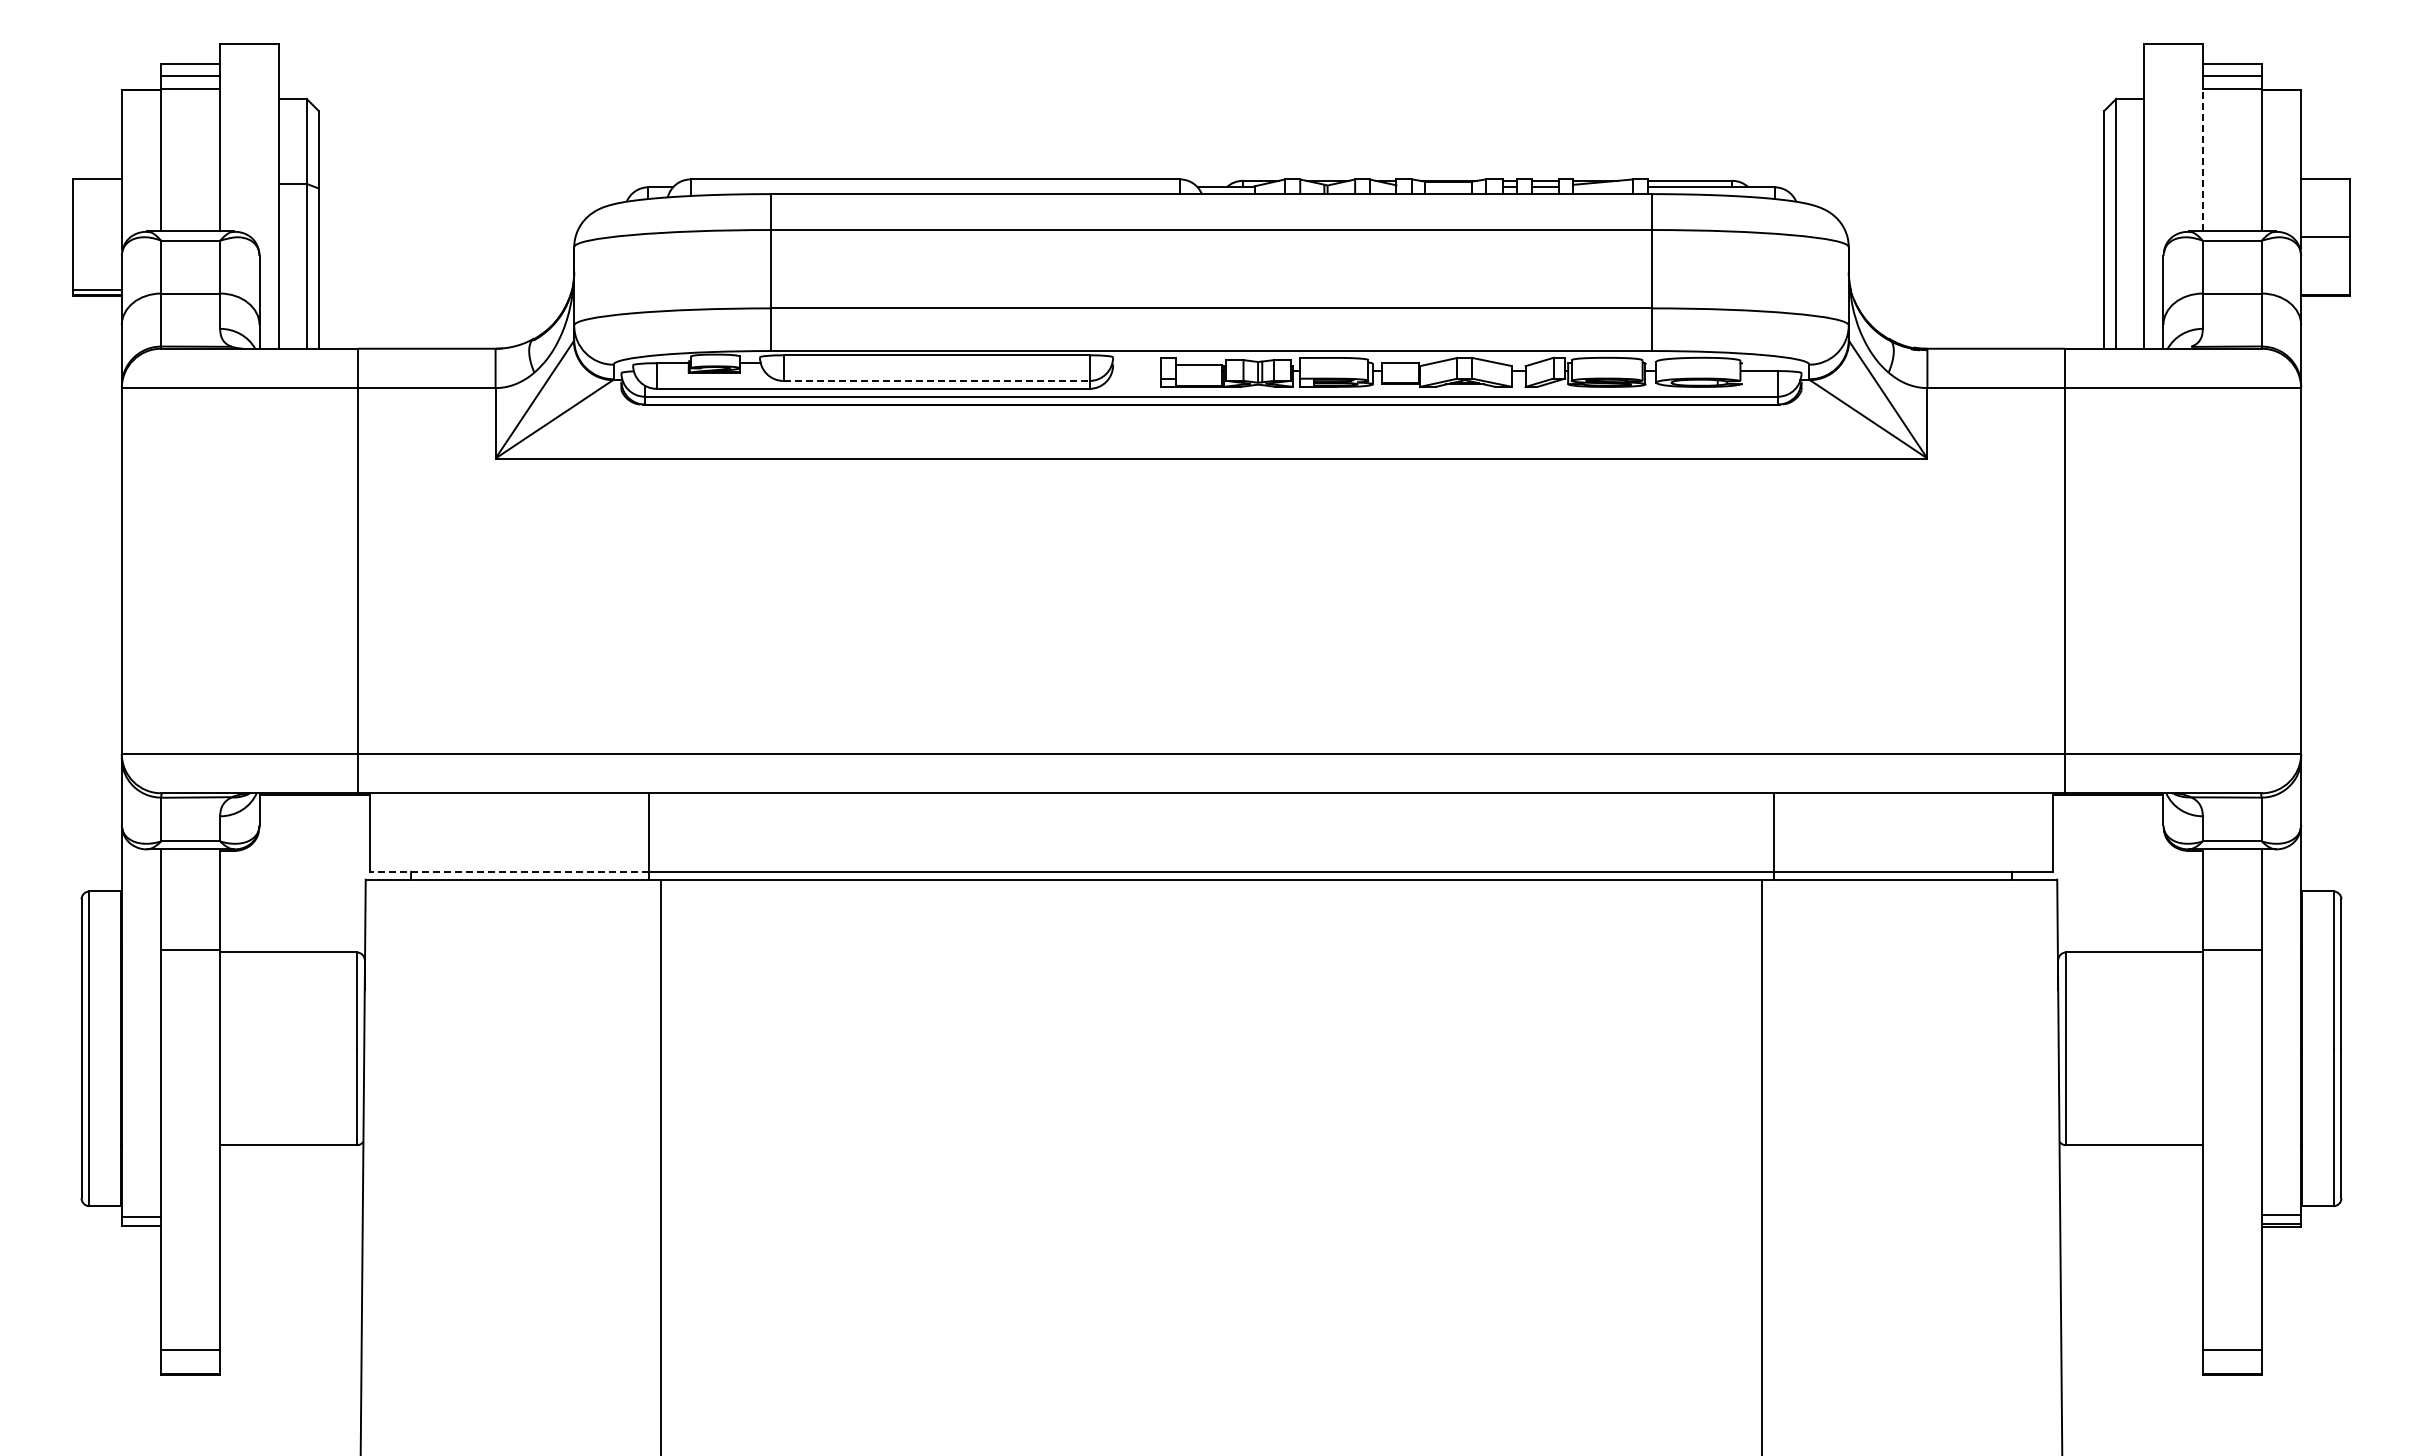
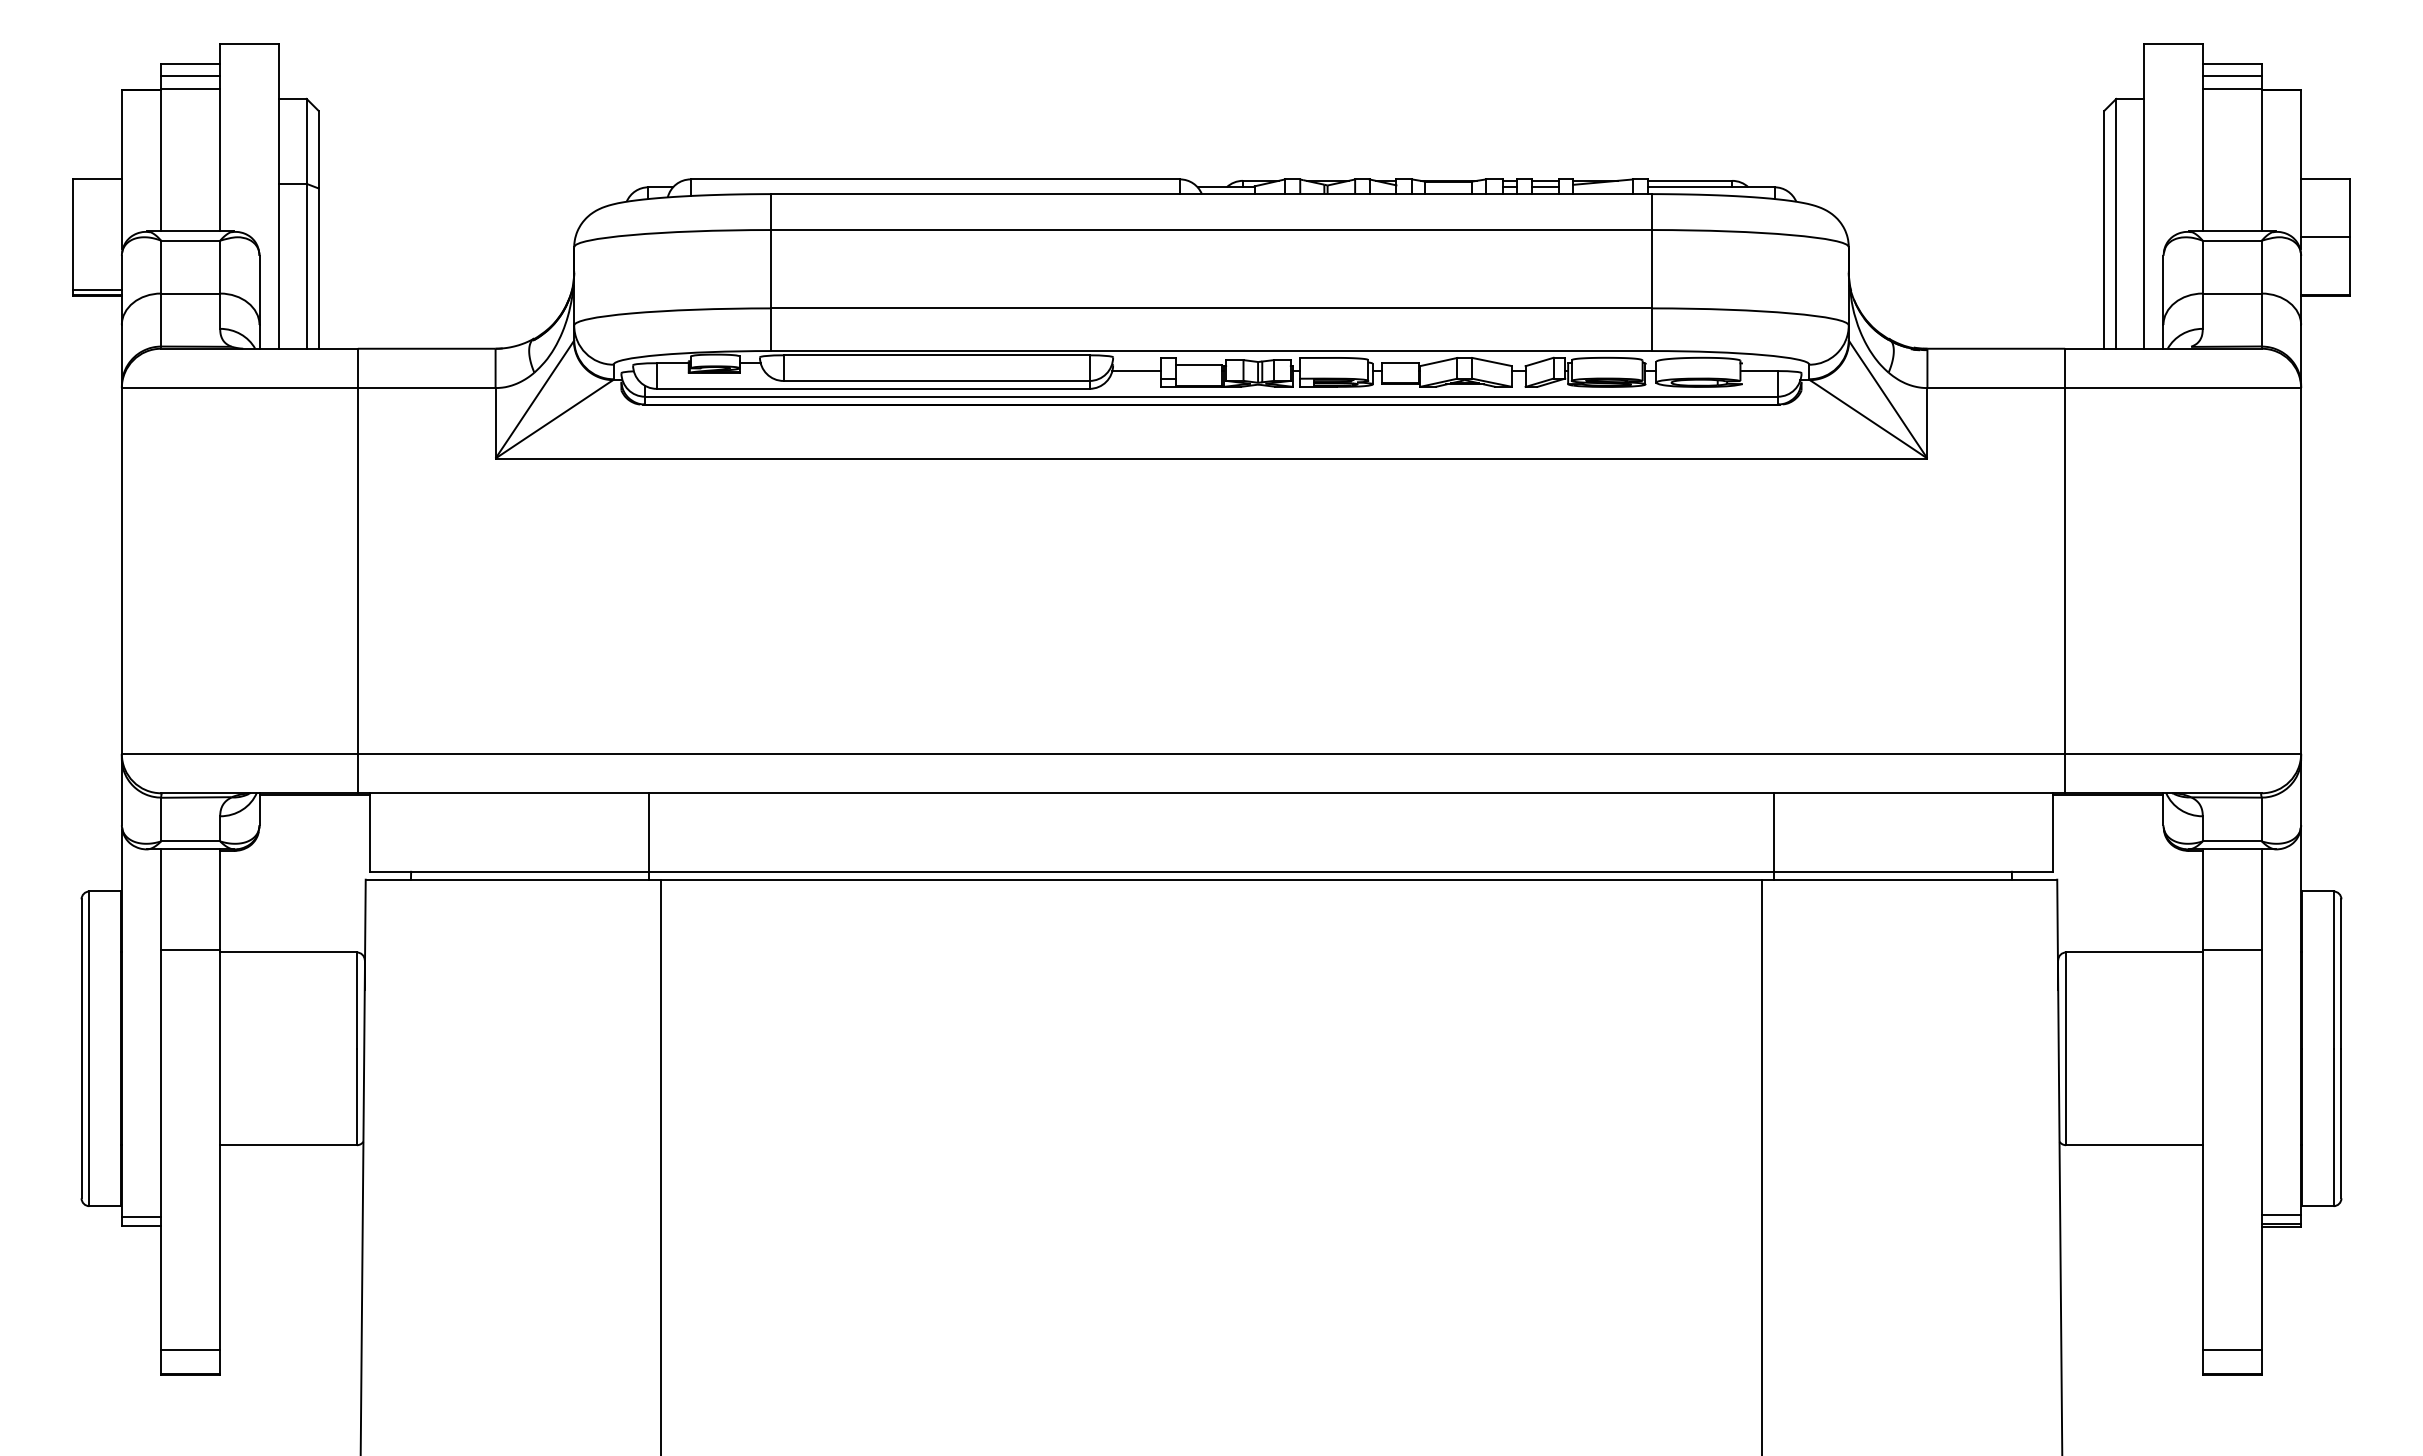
line at (2202, 159): dashed -> solid
line at (1136, 371): none -> present
line at (936, 380): dashed -> solid
line at (509, 871): dashed -> solid
